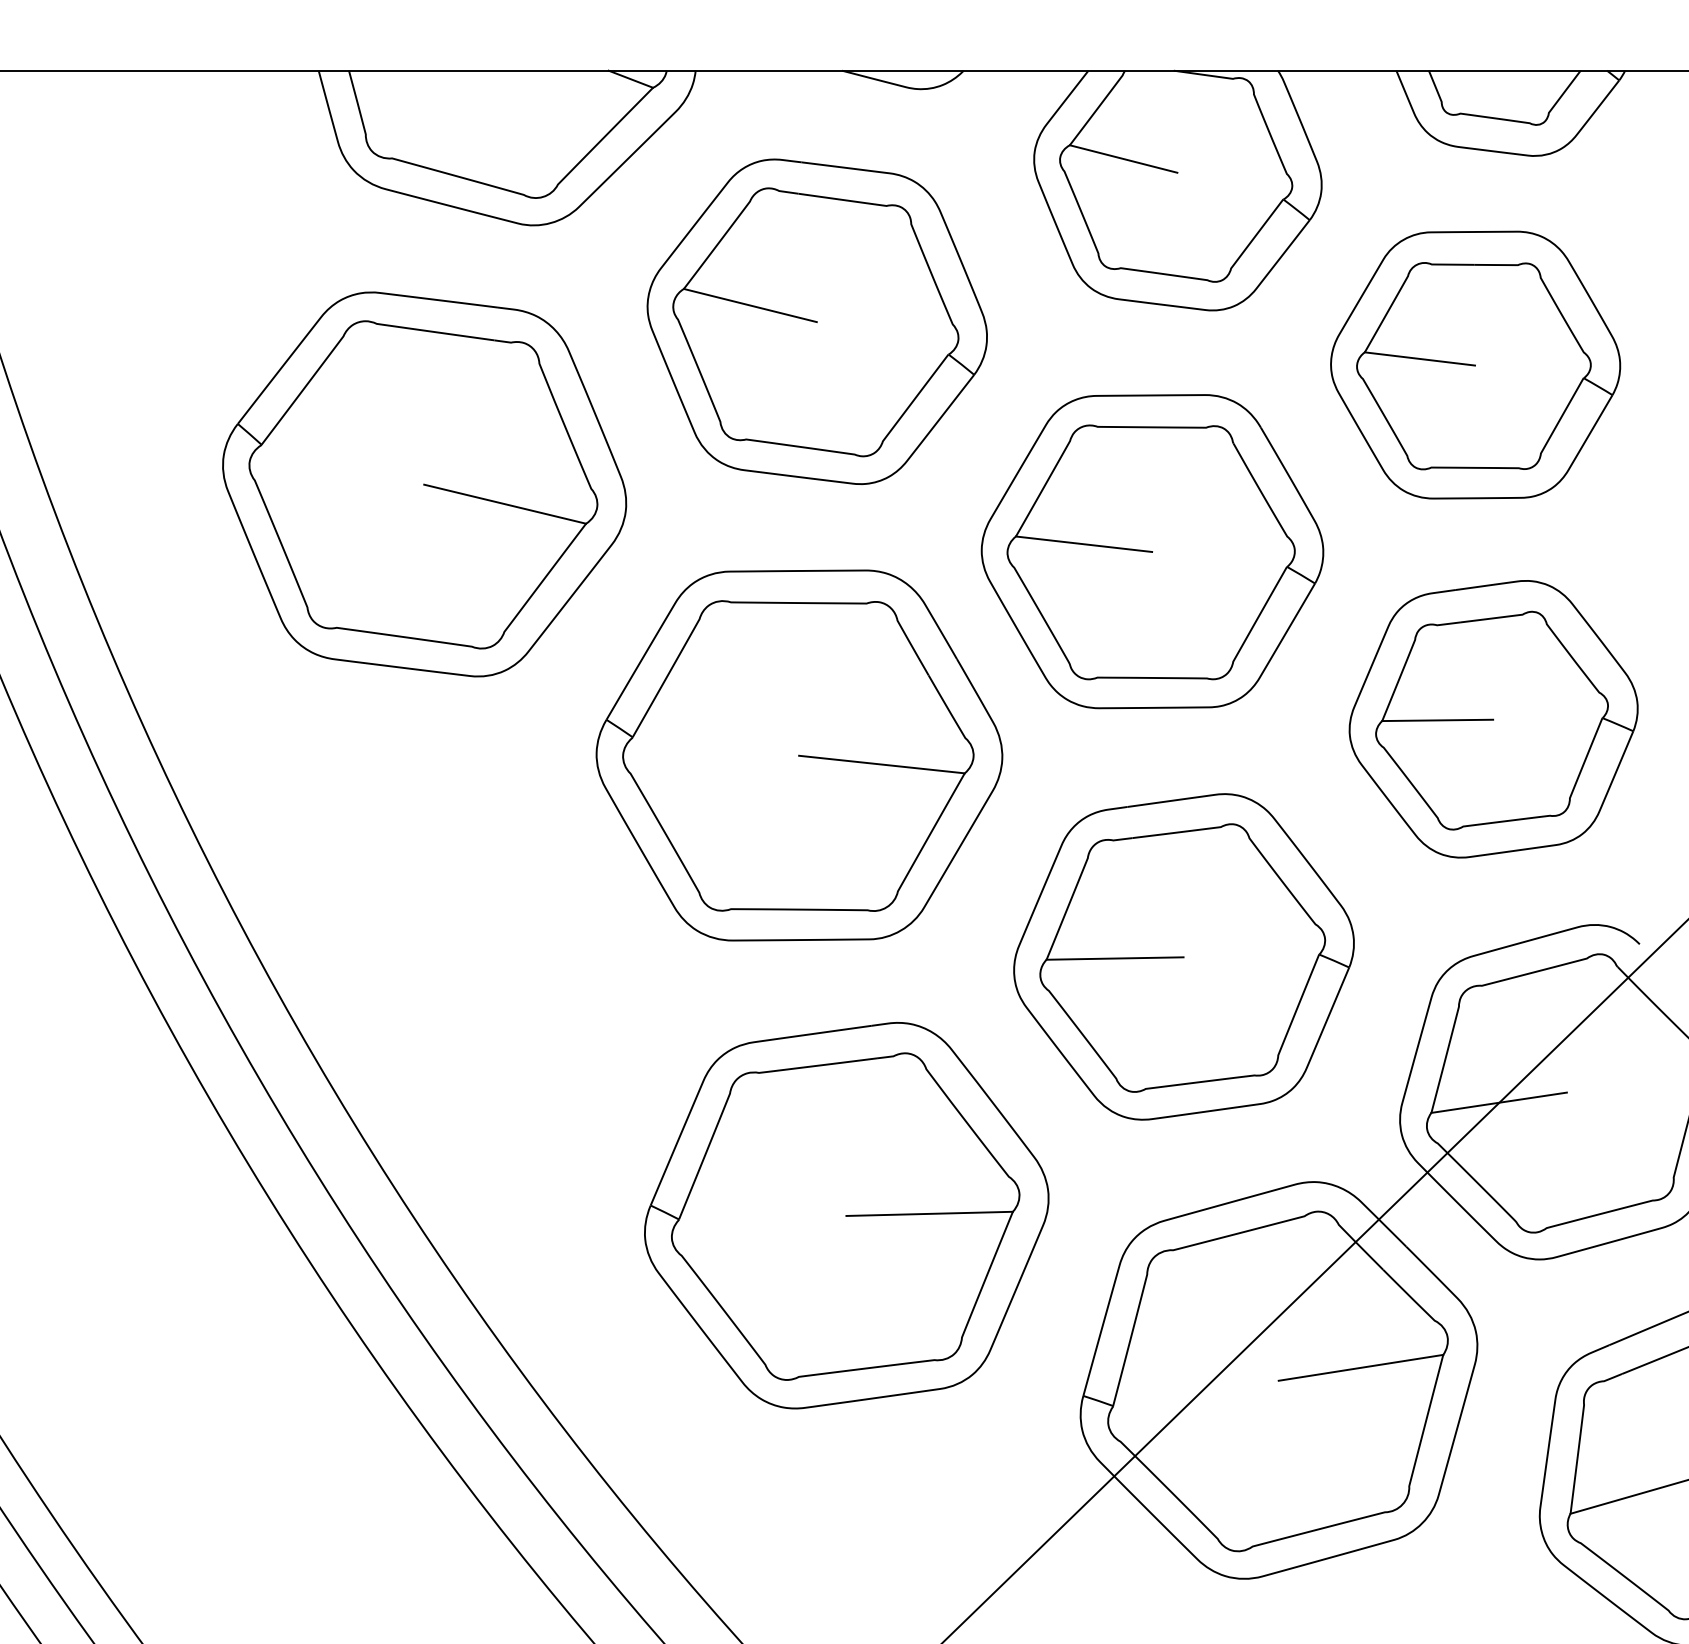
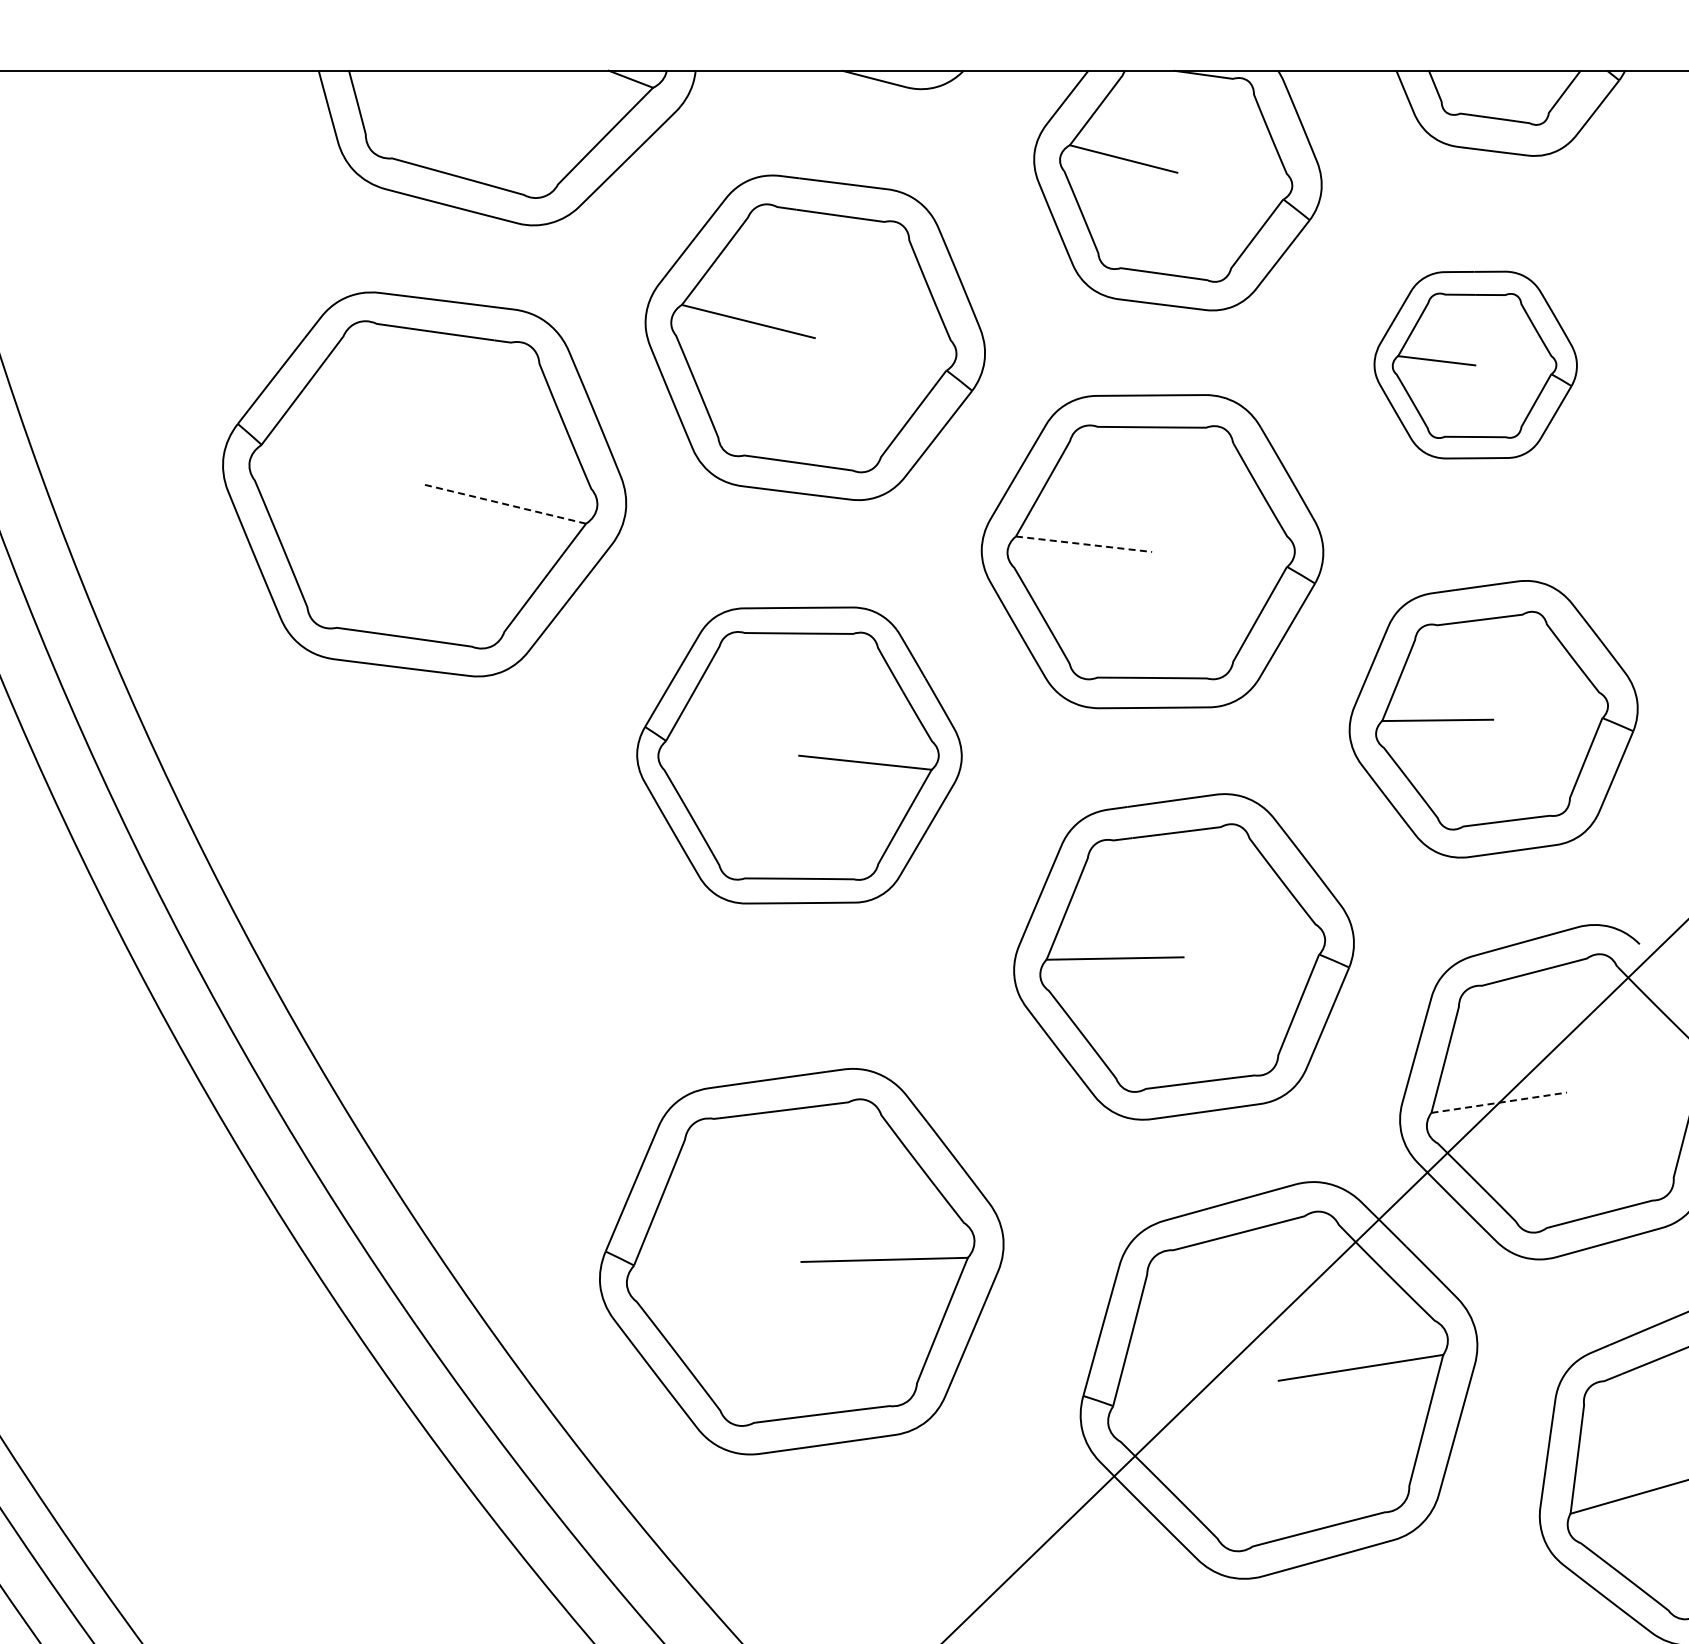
part at (816, 321) position: (816, 321) -> (814, 337)
part at (1475, 364) size: 292x270 px -> 205x190 px
line at (504, 504): solid -> dashed
line at (1084, 544): solid -> dashed
part at (799, 755) size: 409x373 px -> 327x299 px
line at (1499, 1102): solid -> dashed
part at (846, 1215) position: (846, 1215) -> (801, 1261)
